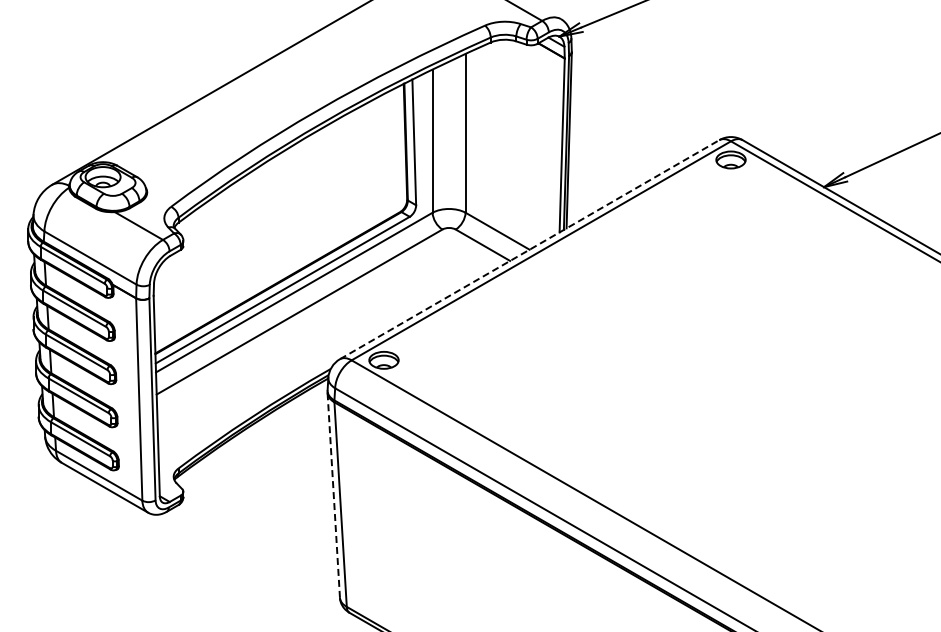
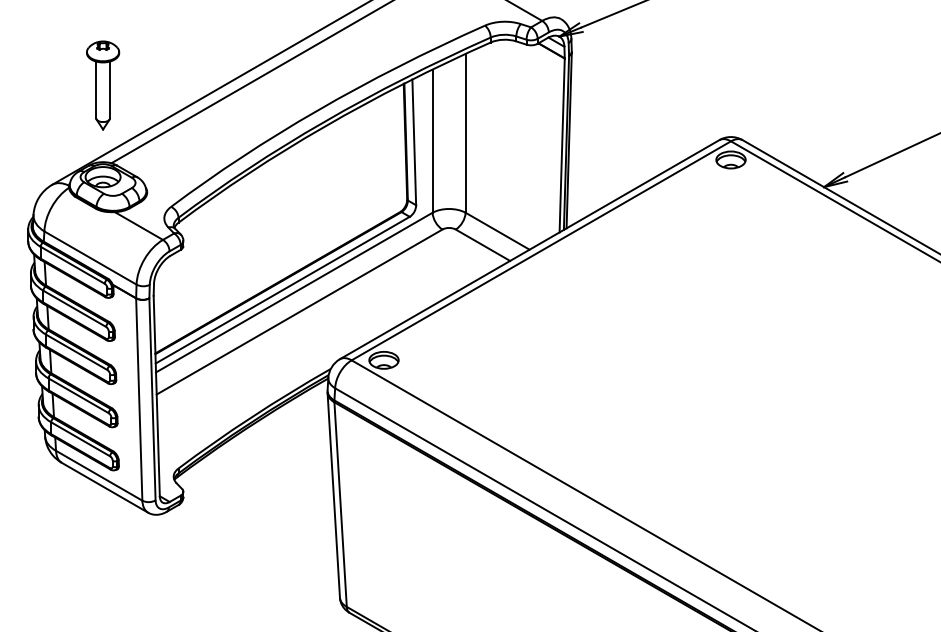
line at (250, 82): none -> present
part at (103, 85): none -> present
line at (530, 249): dashed -> solid
line at (333, 495): dashed -> solid
